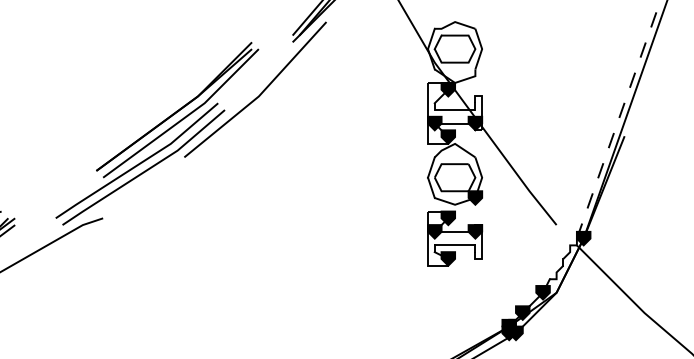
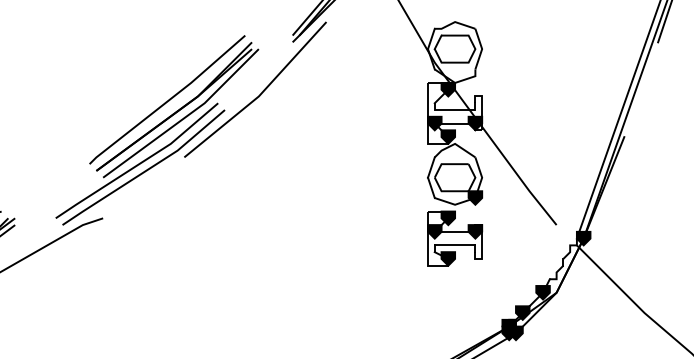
line at (664, 22): none -> present
line at (168, 99): none -> present
line at (618, 119): dashed -> solid
